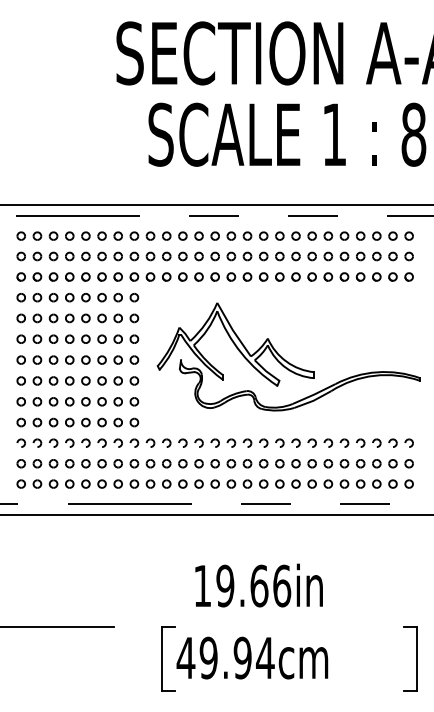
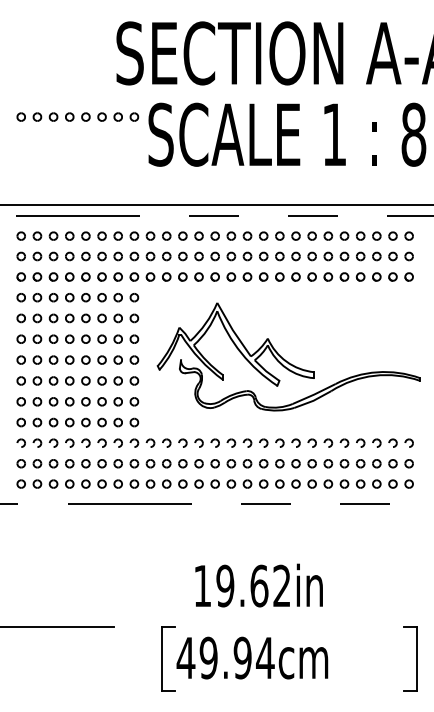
part at (77, 116): none -> present
line at (216, 515): present -> none
text at (282, 585): 19.66in -> 19.62in
